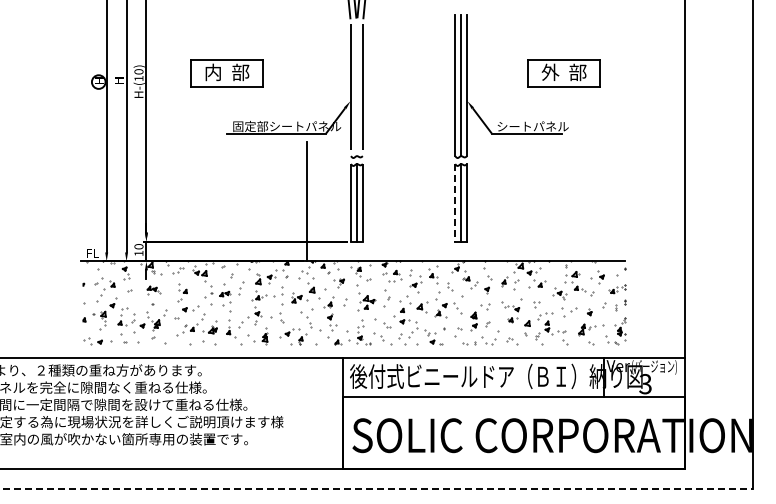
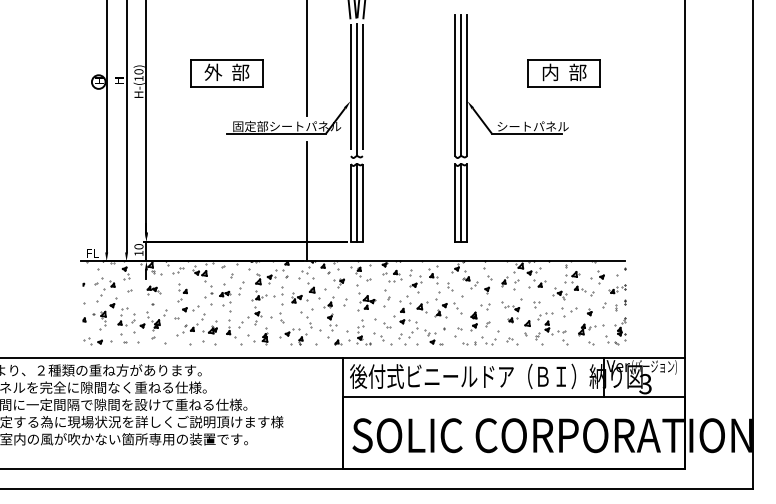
line at (307, 59): none -> present
text at (213, 72): 内  部 -> 外  部
text at (550, 72): 外  部 -> 内  部
line at (356, 89): none -> present
line at (455, 202): dashed -> solid
line at (376, 488): dashed -> solid
